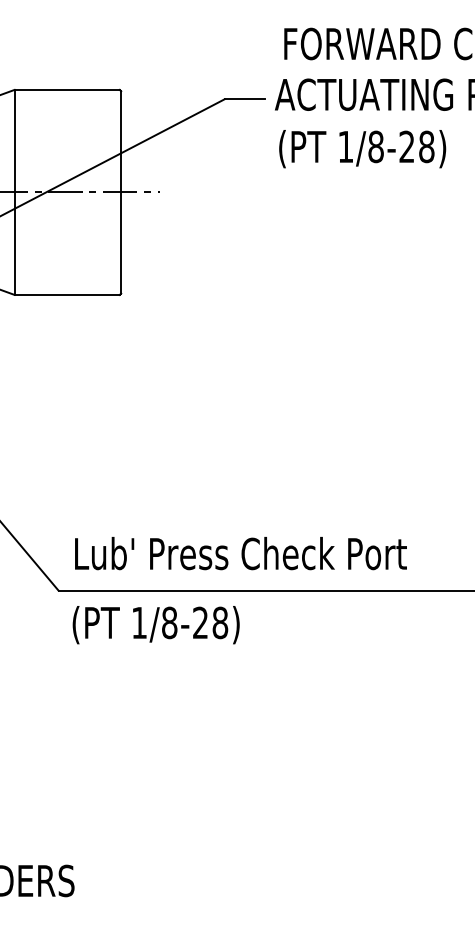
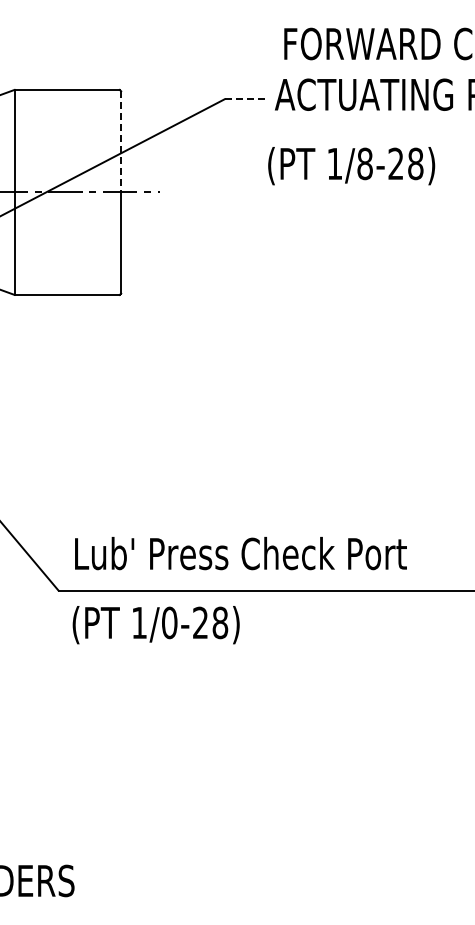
line at (245, 99): solid -> dashed
line at (121, 141): solid -> dashed
text at (362, 149) position: (362, 149) -> (351, 166)
text at (169, 622): 1/8-28) -> 1/0-28)
